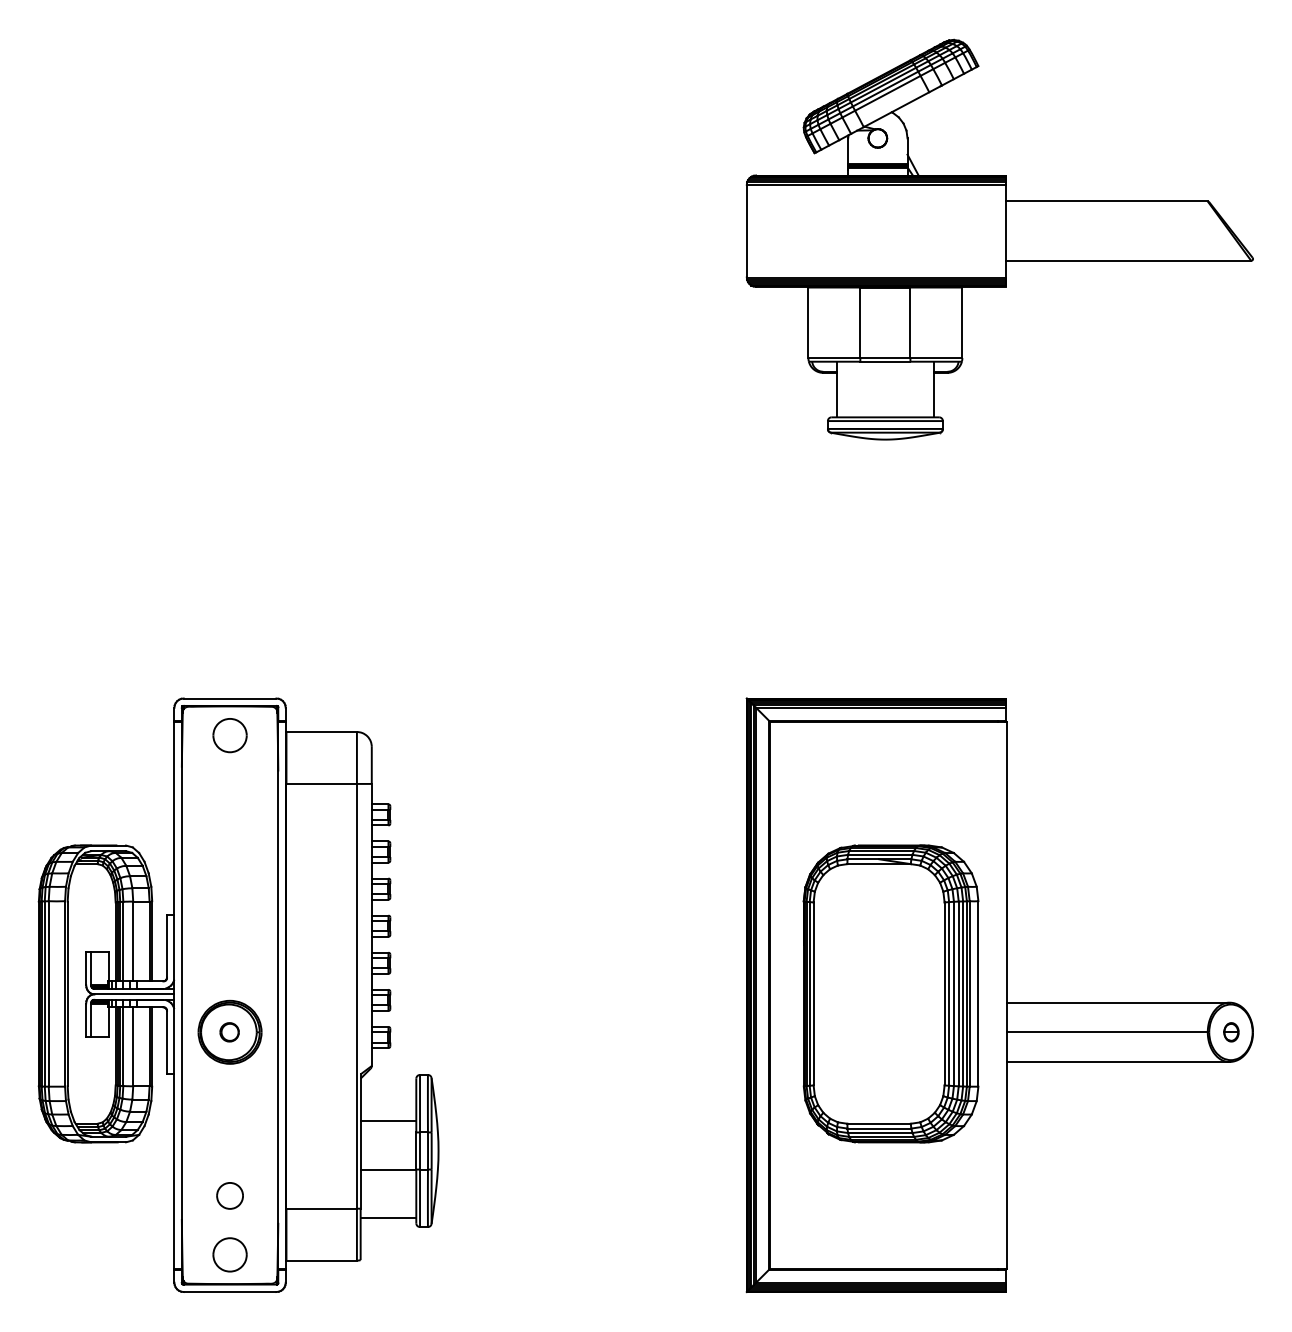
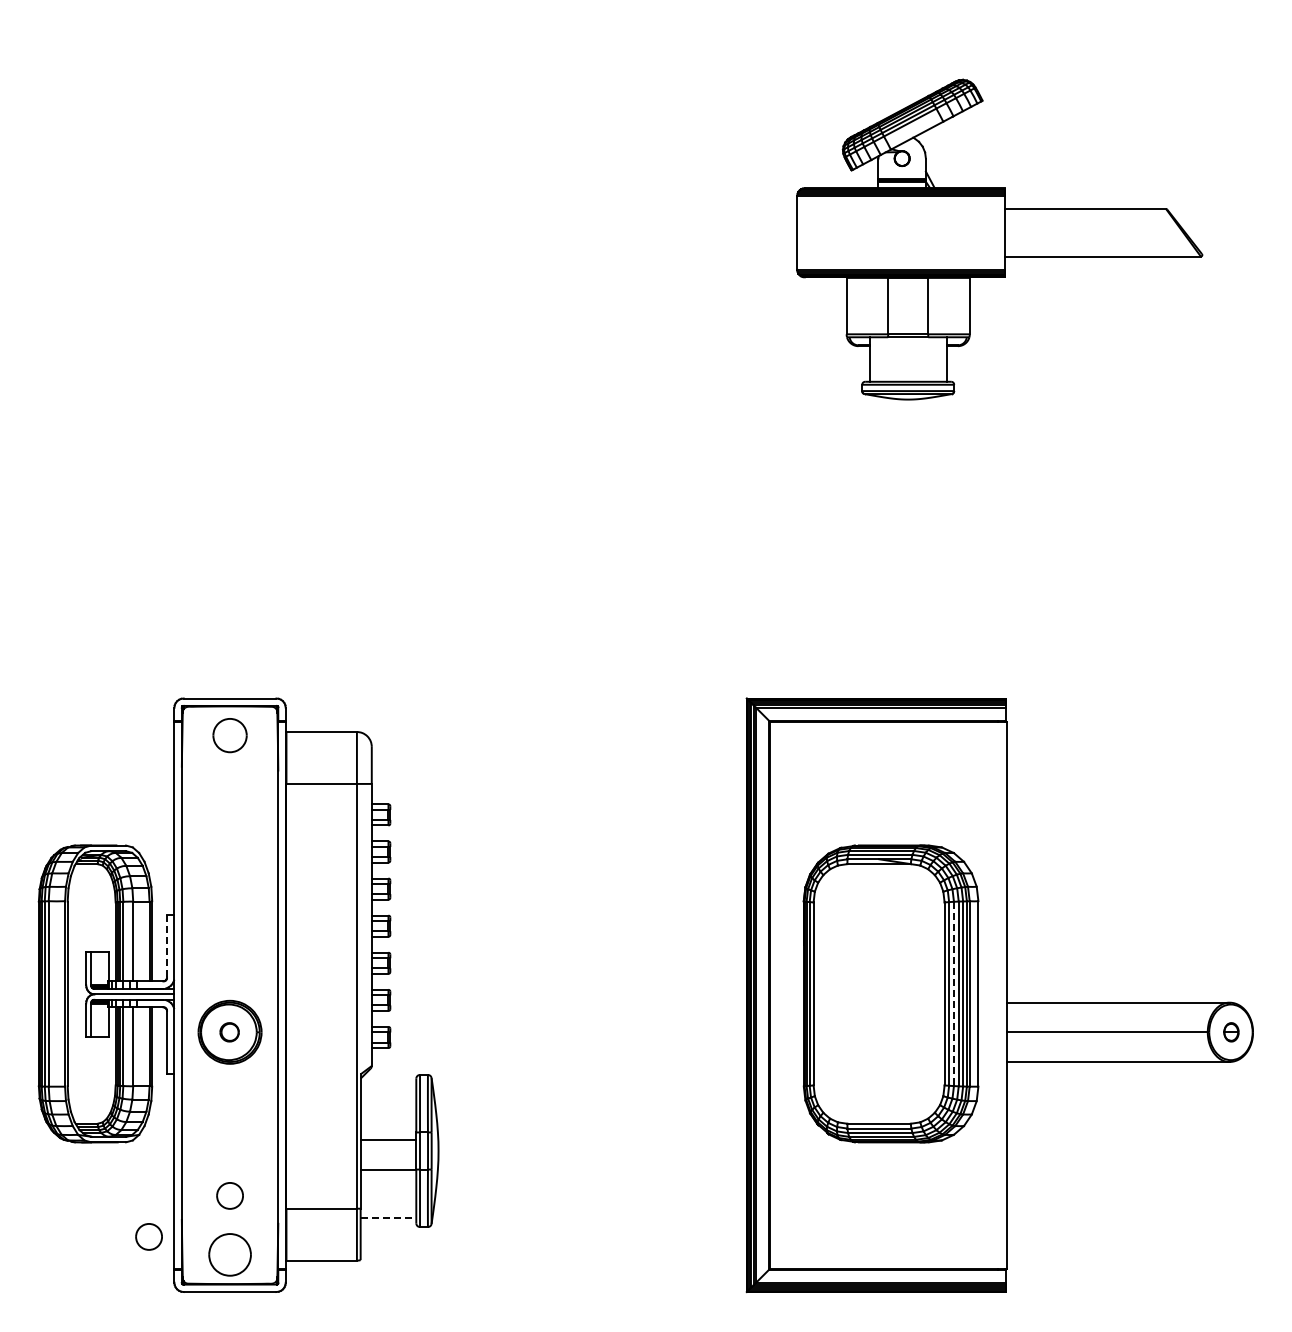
part at (999, 239) size: 509x403 px -> 408x323 px
line at (167, 946): solid -> dashed
line at (953, 994): solid -> dashed
line at (388, 1121) position: (388, 1121) -> (388, 1140)
line at (388, 1217): solid -> dashed
part at (148, 1236): none -> present
part at (229, 1254) size: 36x36 px -> 44x44 px
